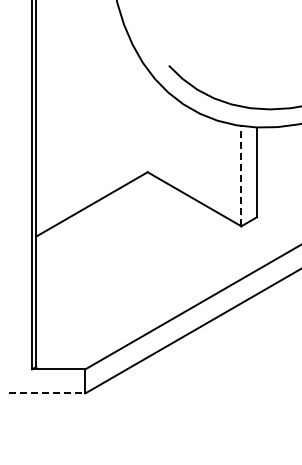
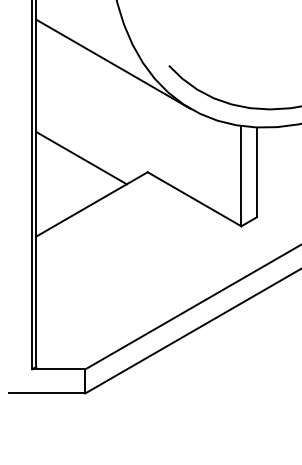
line at (113, 64): none -> present
line at (81, 158): none -> present
line at (241, 175): dashed -> solid
line at (47, 393): dashed -> solid
